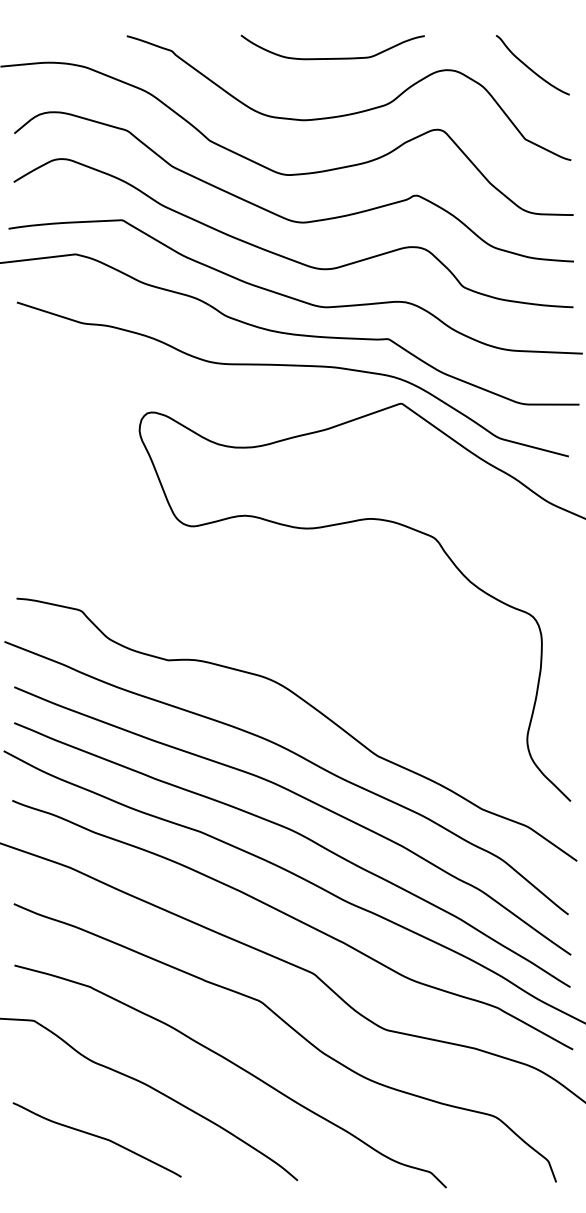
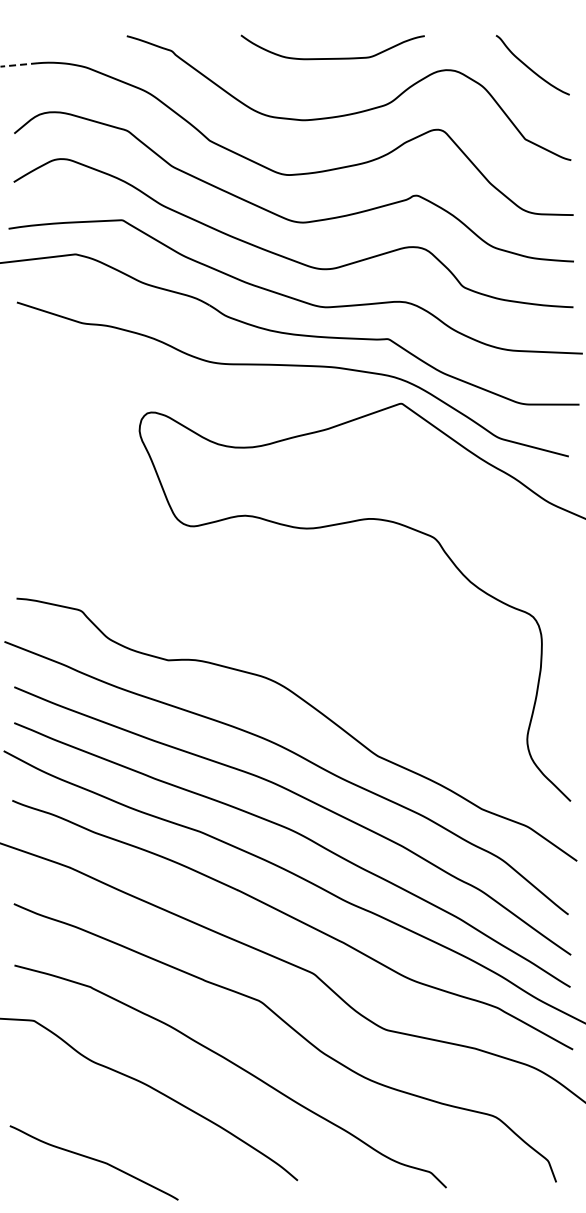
line at (19, 64): solid -> dashed
curve at (96, 1137) position: (96, 1137) -> (93, 1160)
